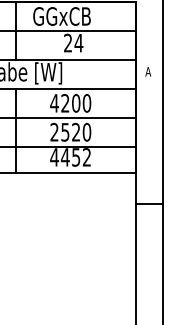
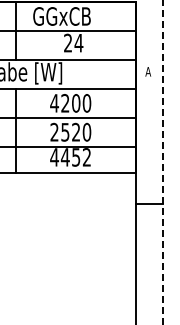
line at (162, 162): solid -> dashed
